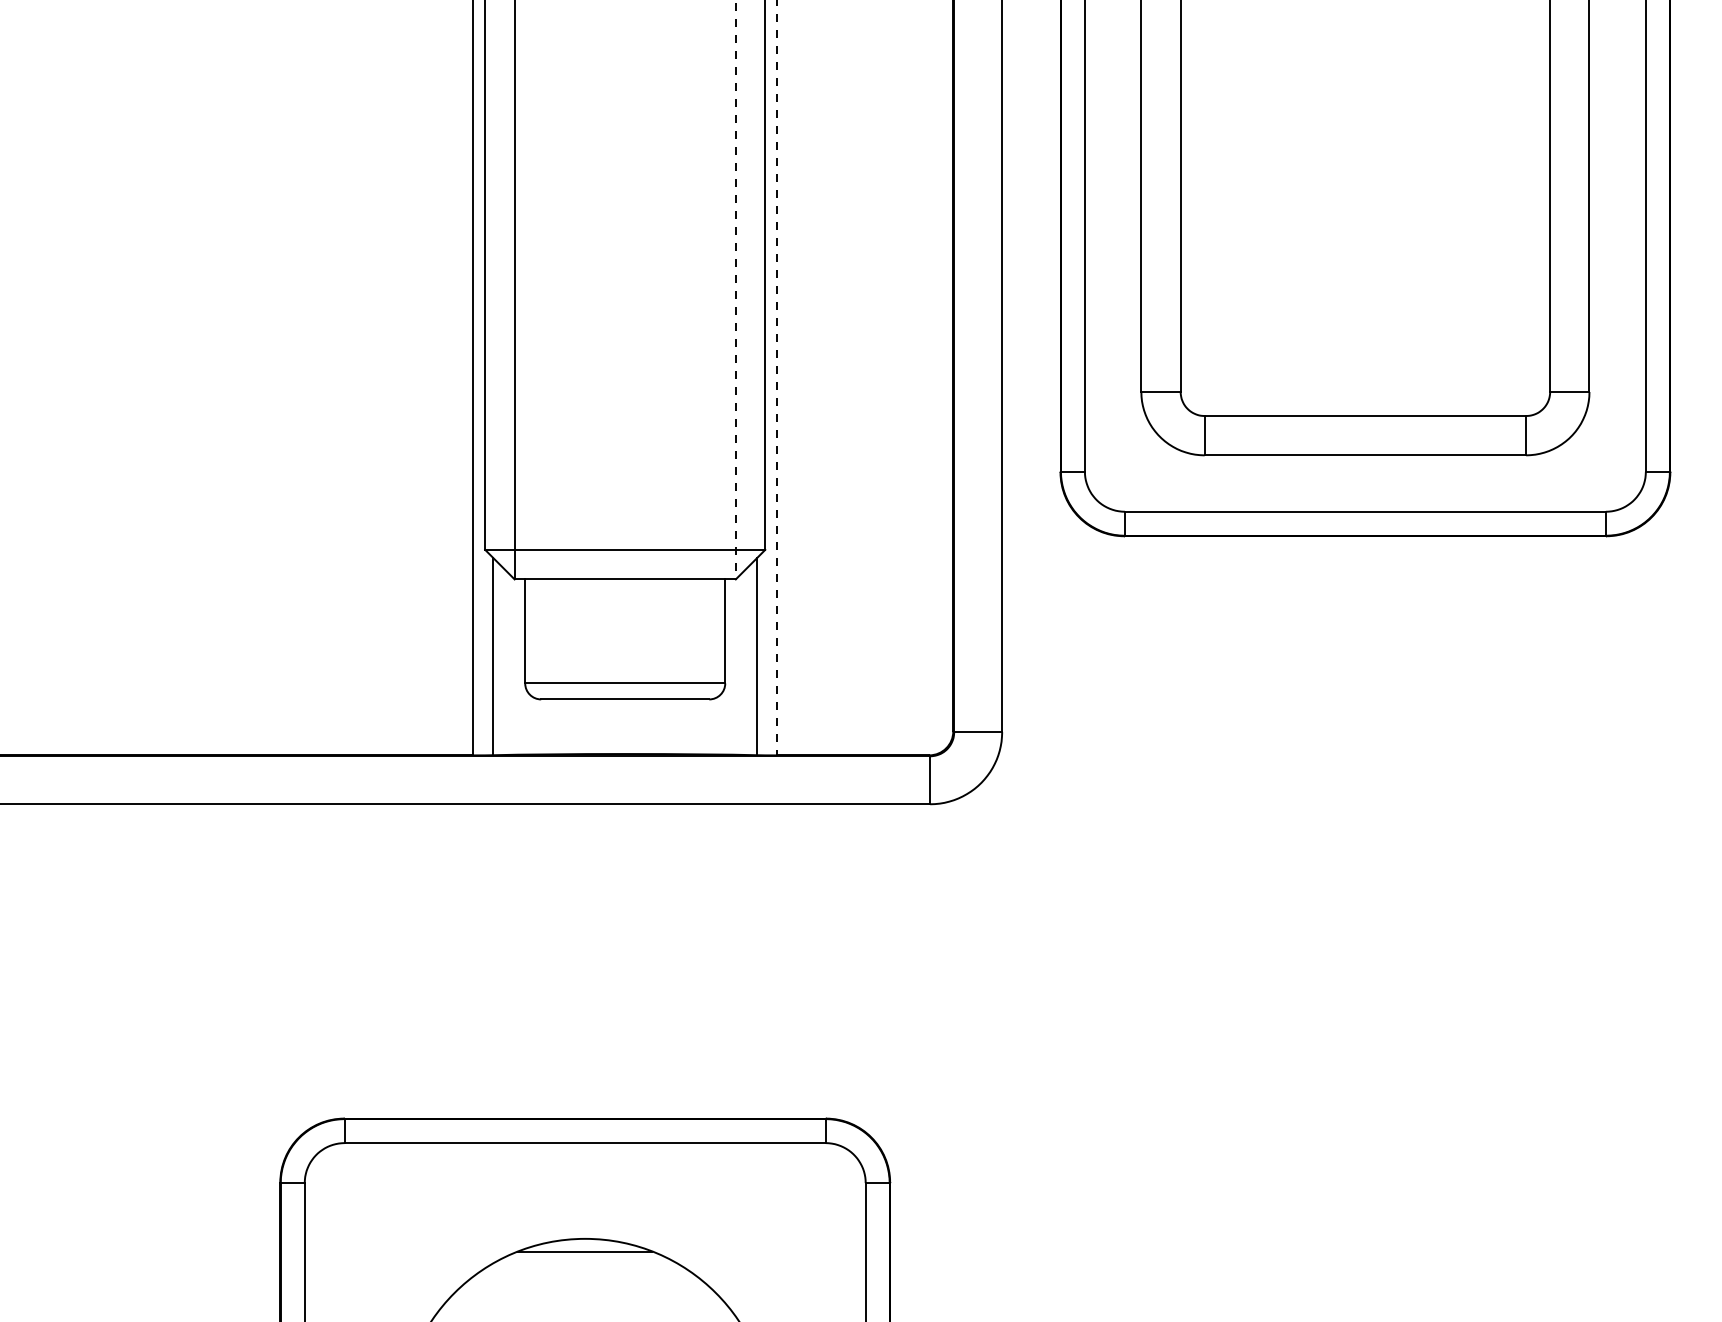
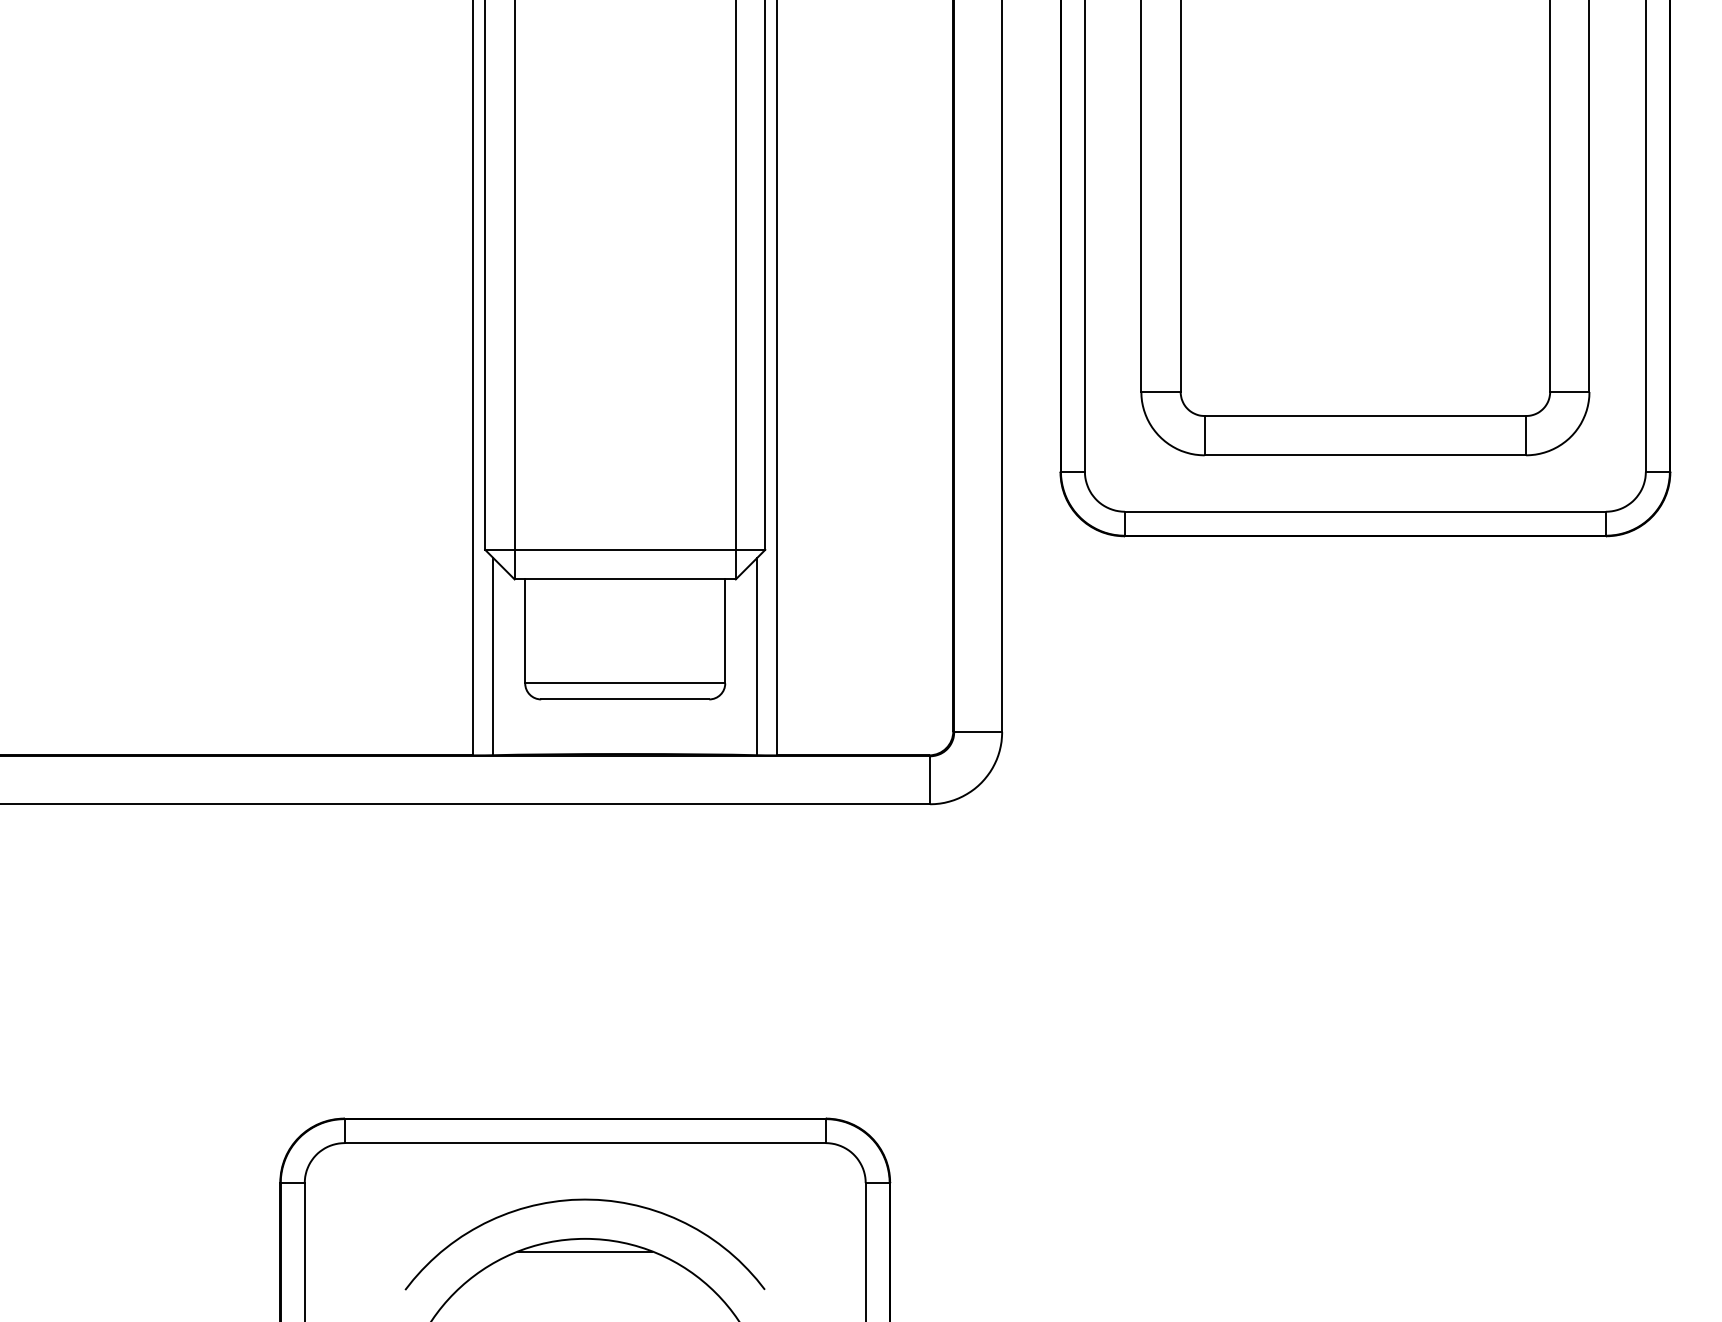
line at (735, 290): dashed -> solid
line at (777, 378): dashed -> solid
curve at (584, 1200): none -> present
